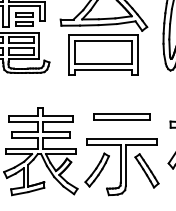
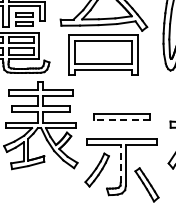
line at (121, 119): solid -> dashed
part at (40, 151) position: (40, 151) -> (40, 125)
line at (120, 163): solid -> dashed
part at (146, 170) position: (146, 170) -> (146, 184)
